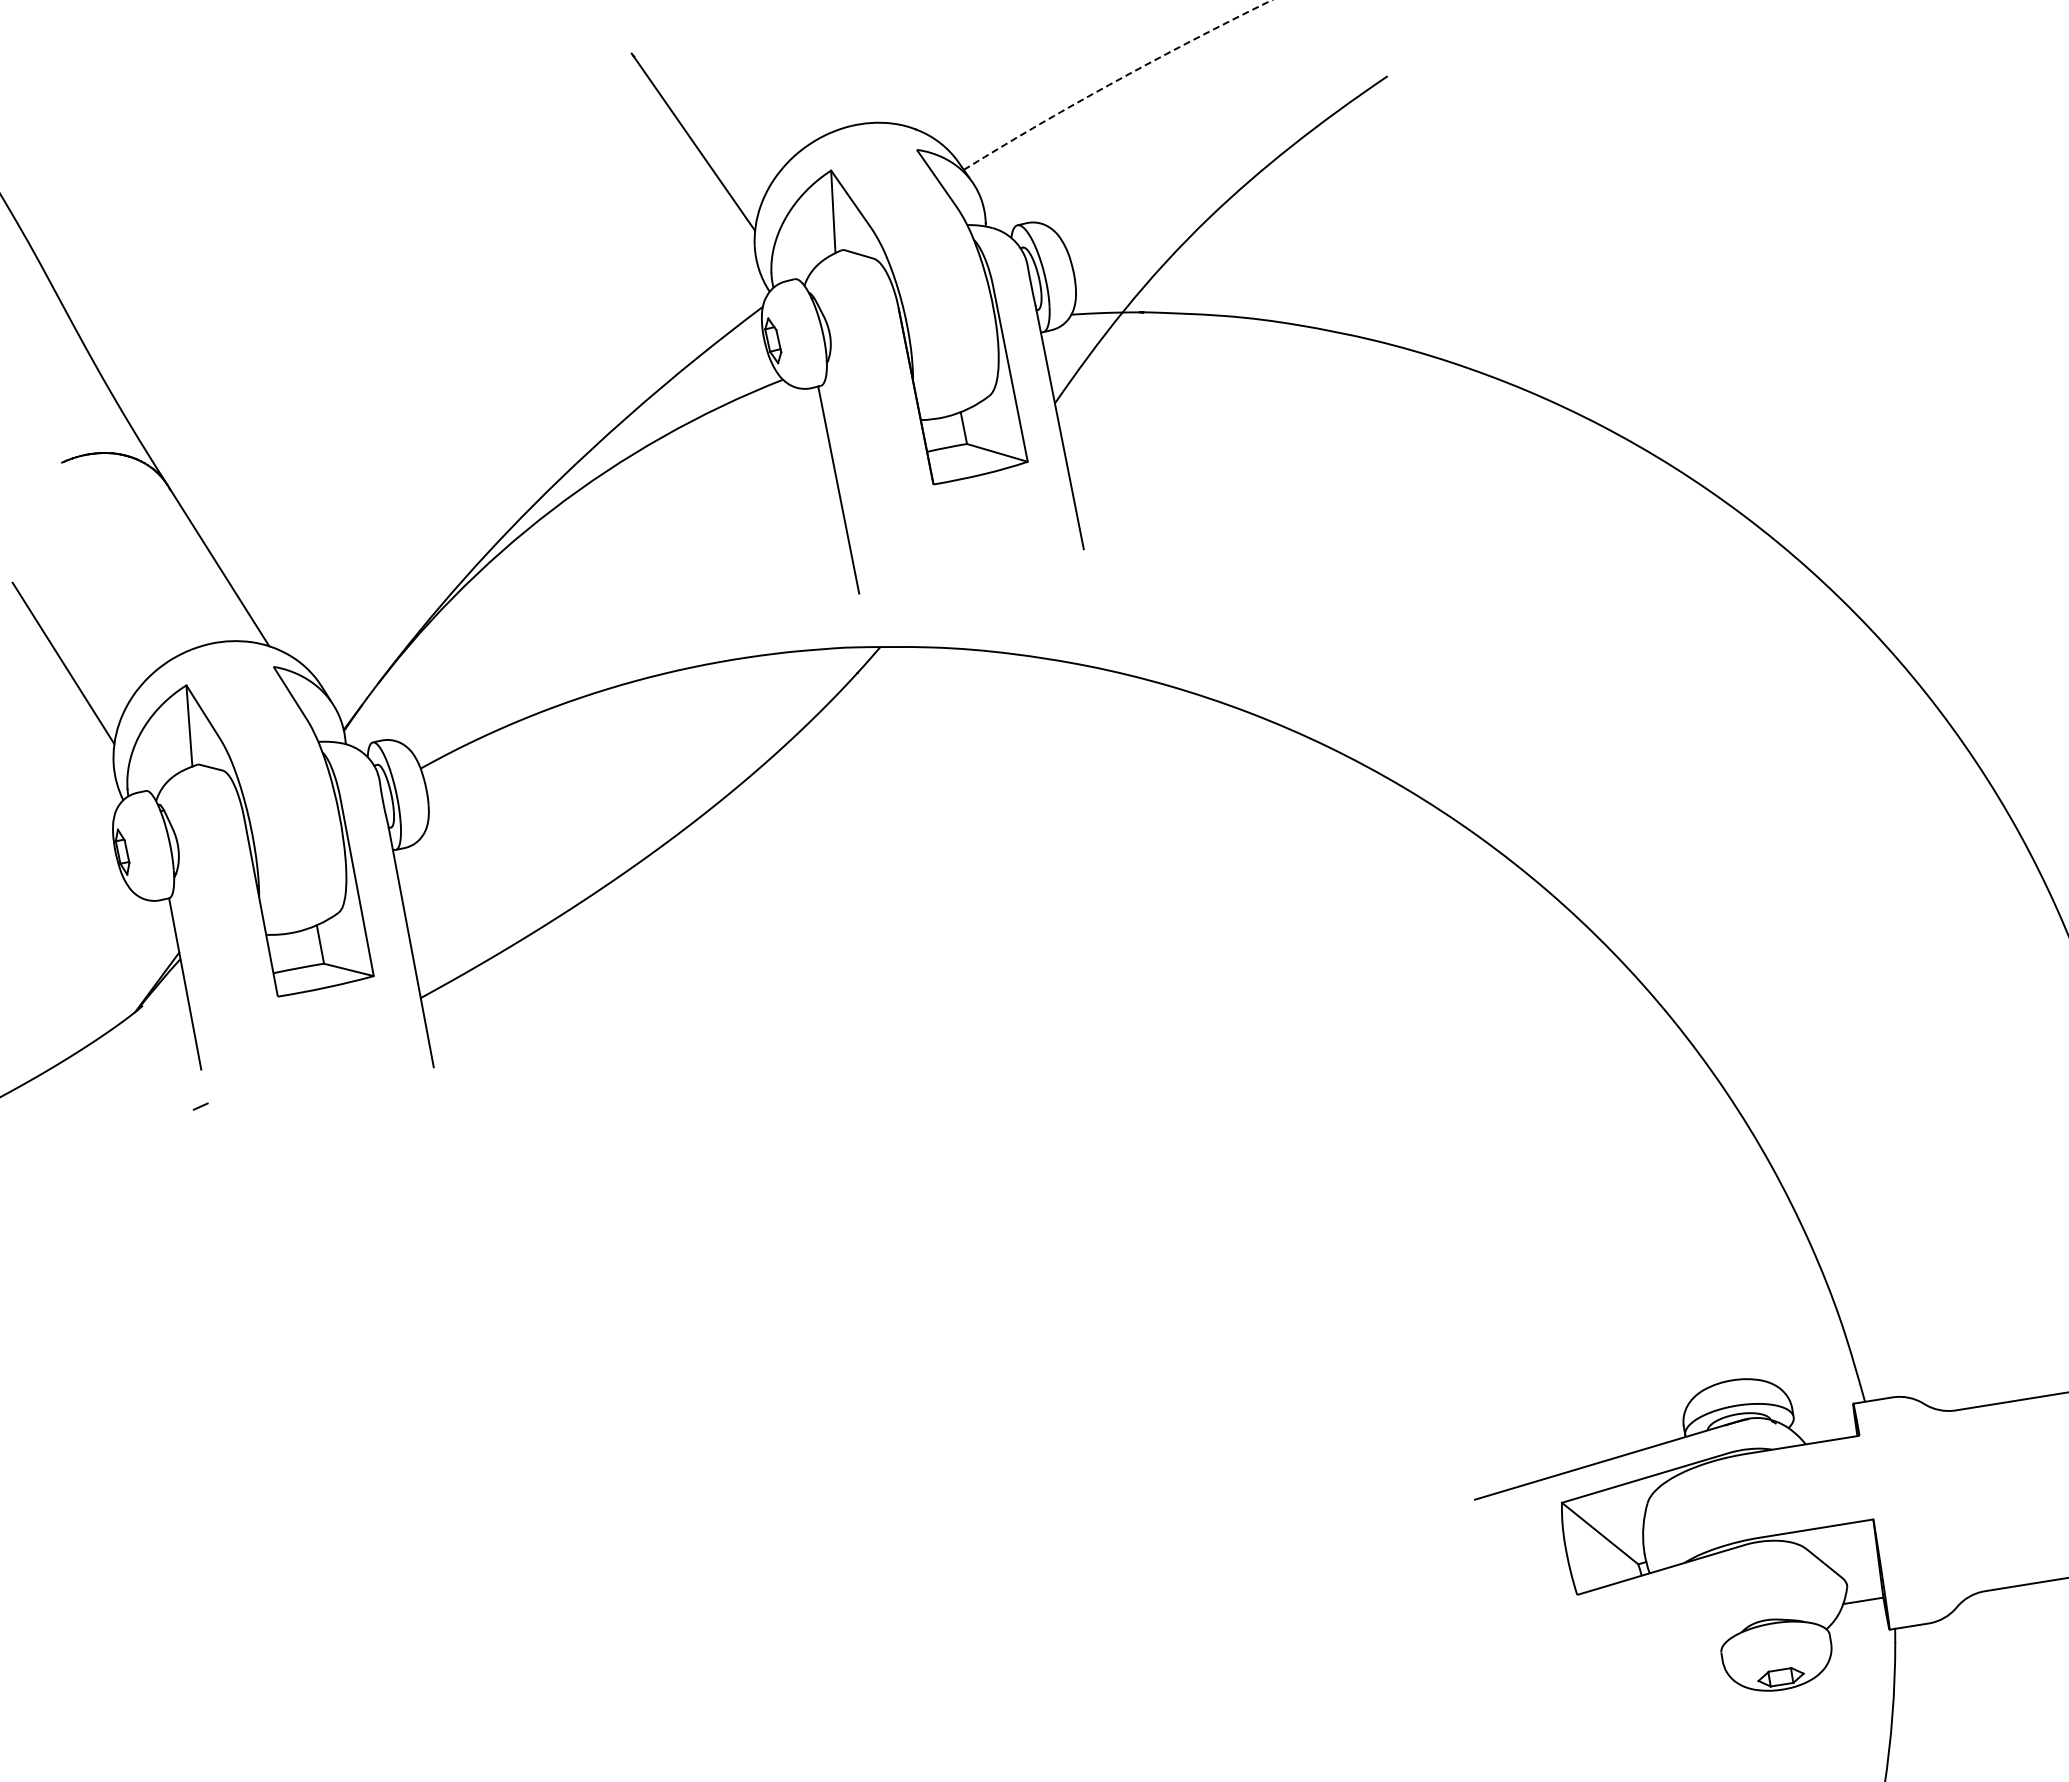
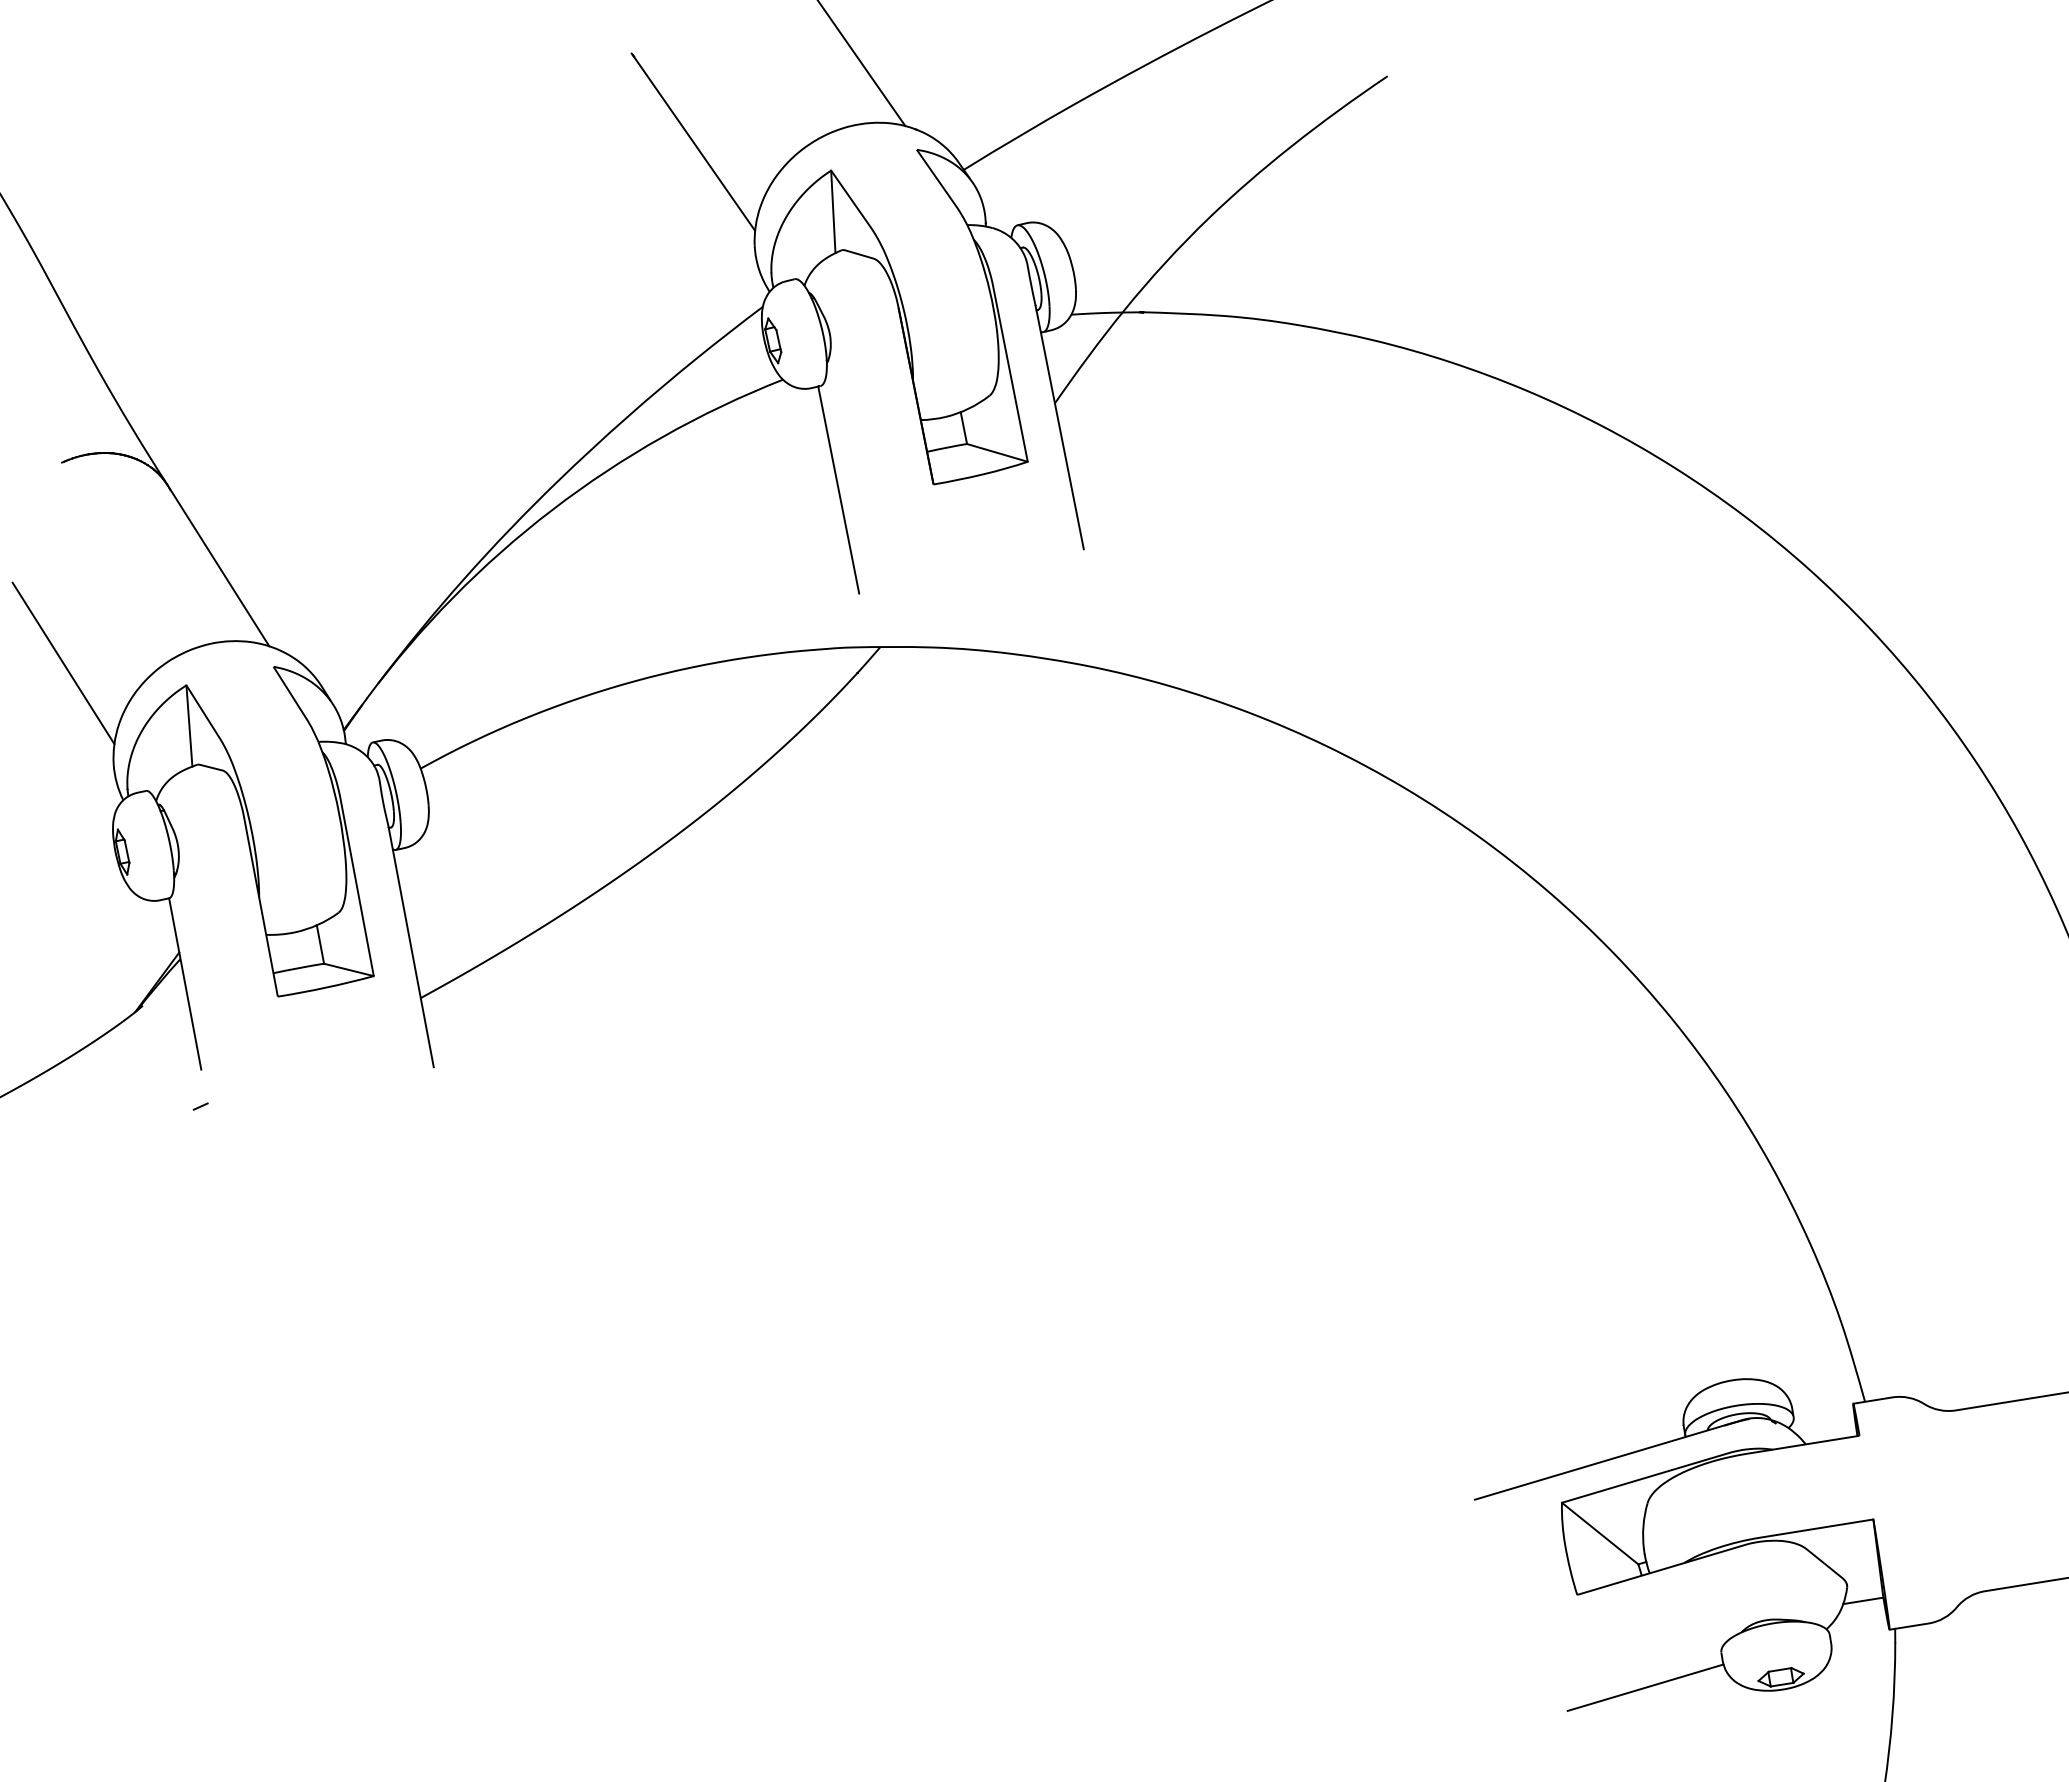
line at (862, 64): none -> present
line at (1114, 81): dashed -> solid
line at (1645, 1687): none -> present
